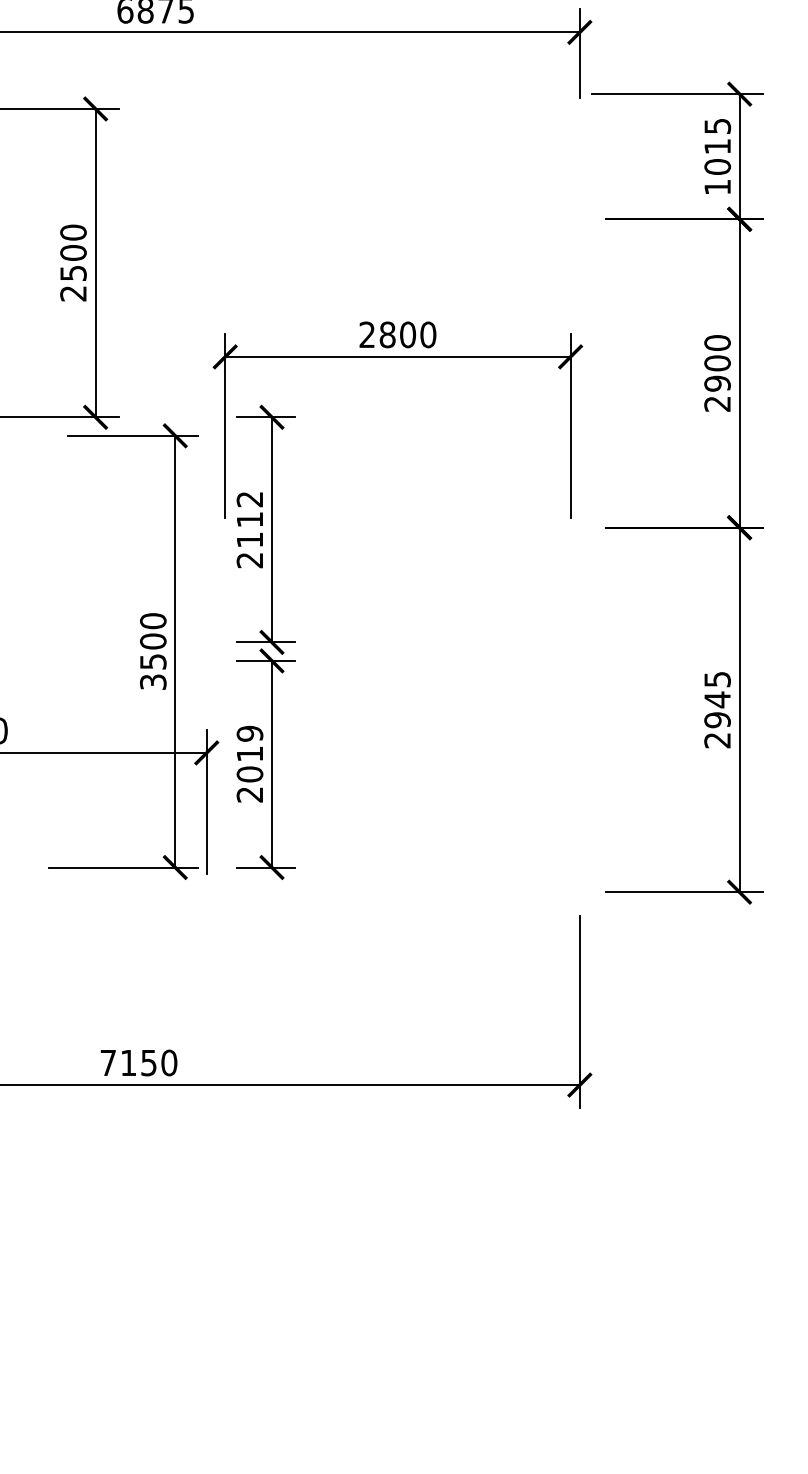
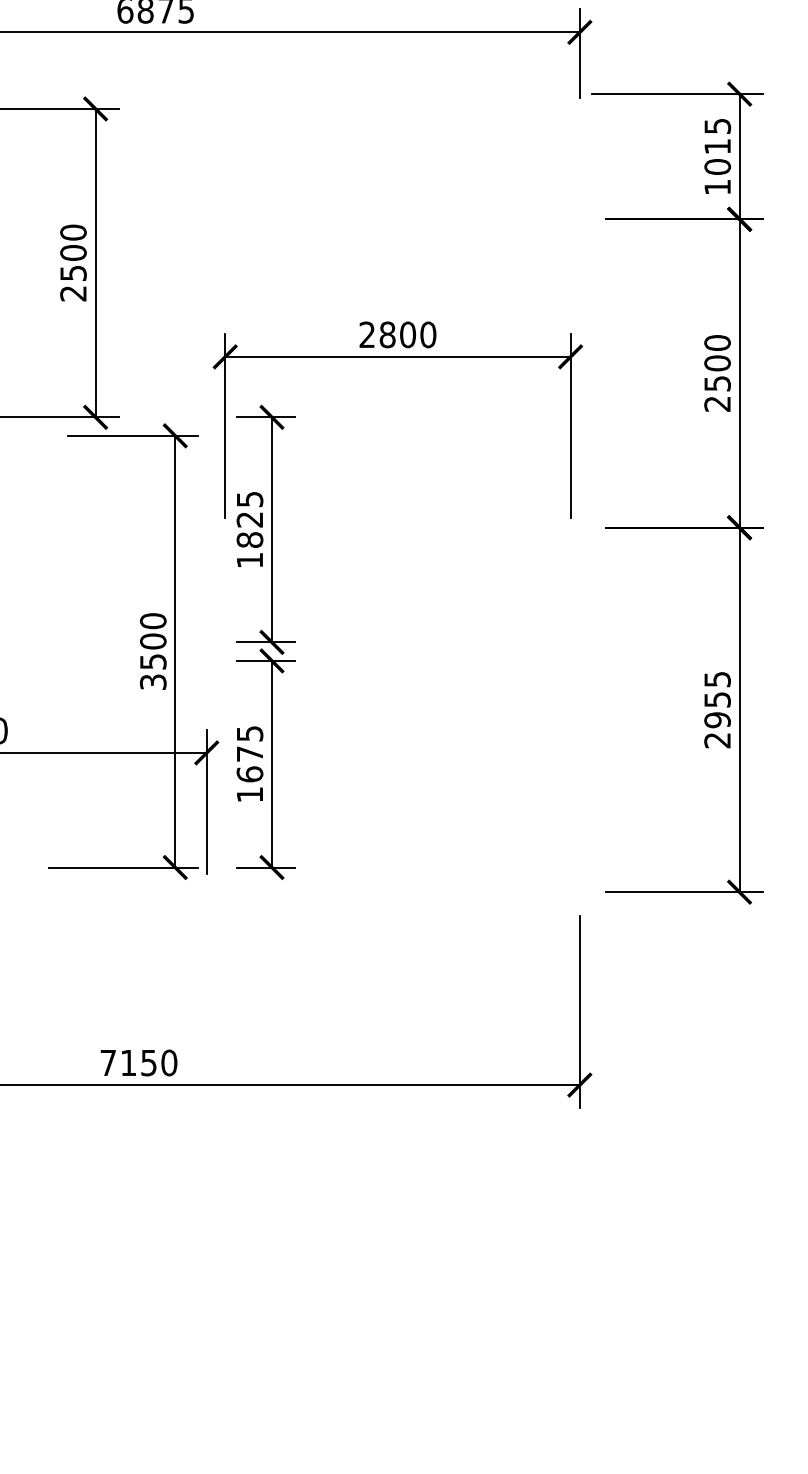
text at (717, 383): 2900 -> 2500
text at (249, 530): 2112 -> 1825
text at (717, 699): 2945 -> 2955
text at (249, 763): 2019 -> 1675
